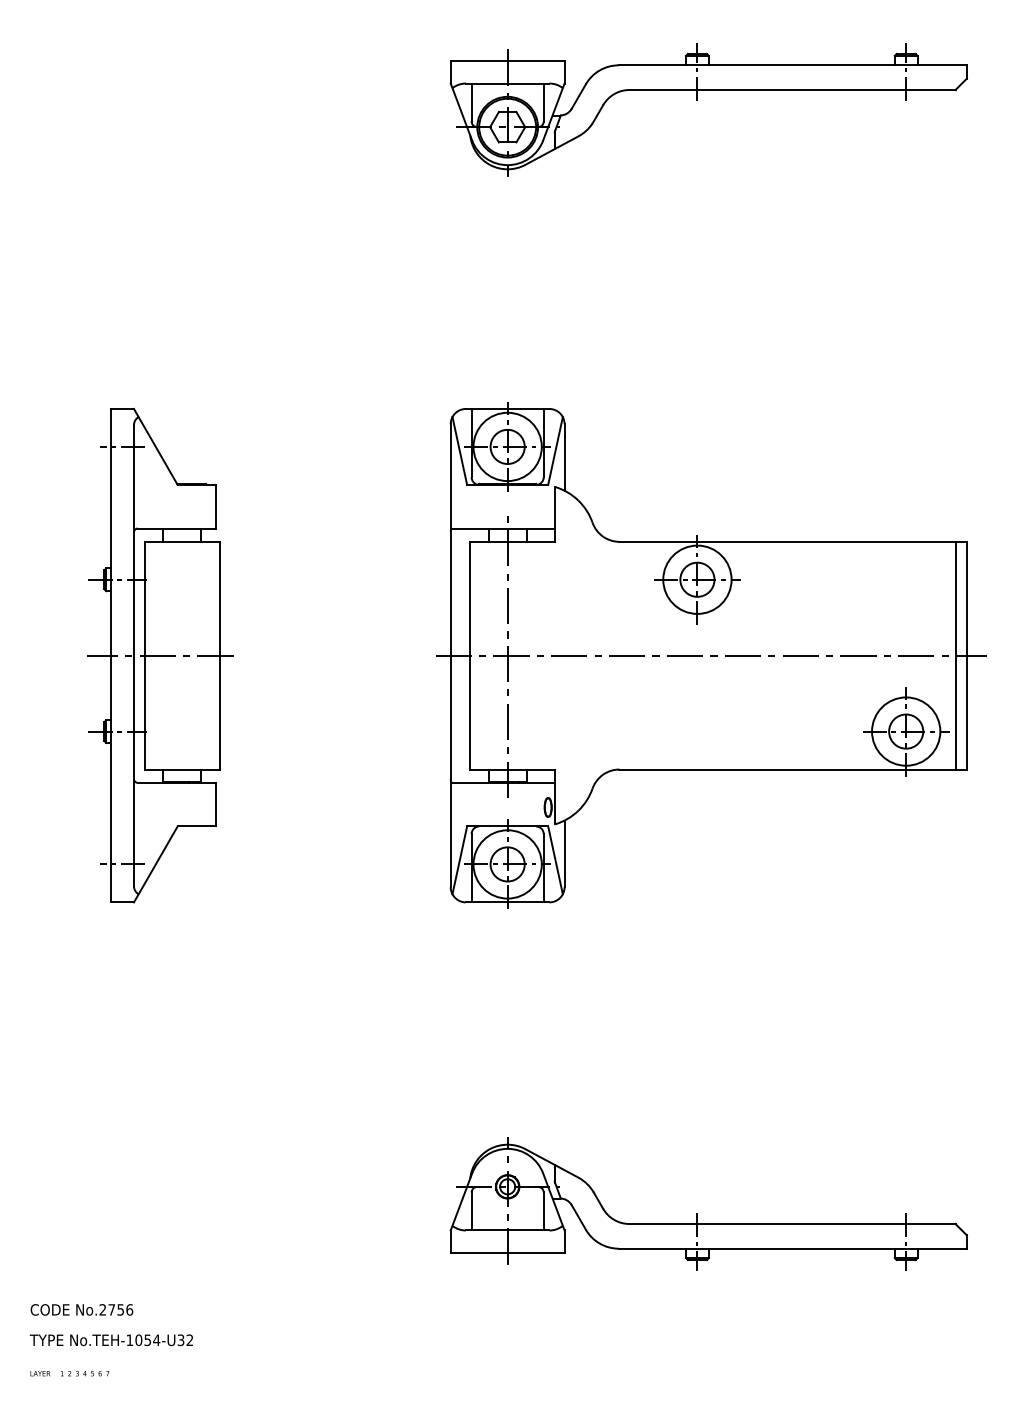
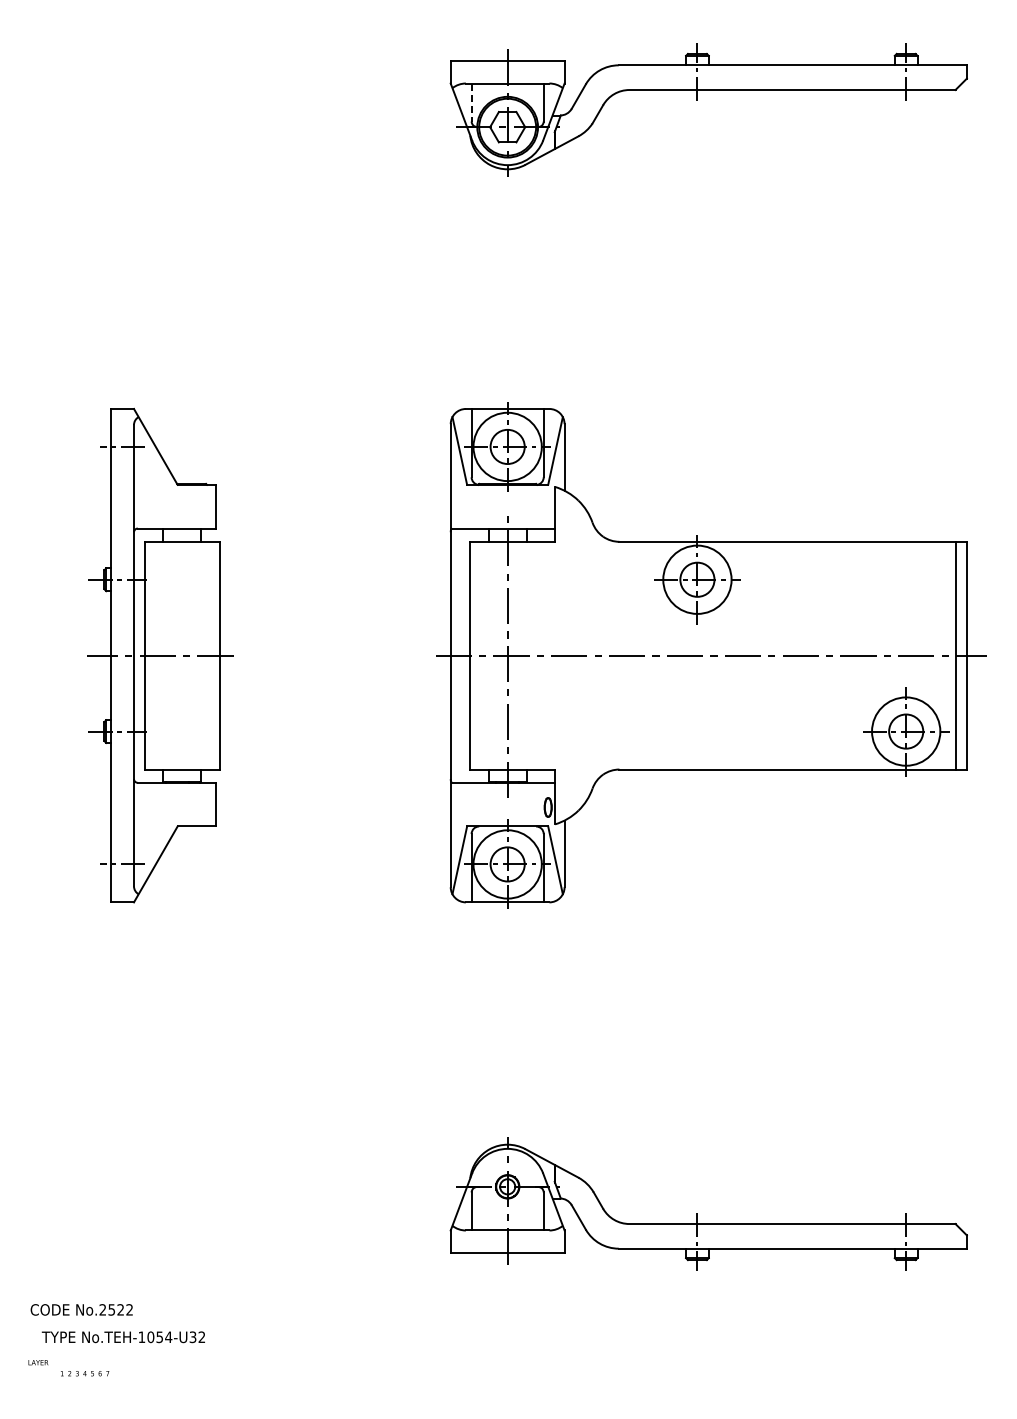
line at (471, 102): solid -> dashed
text at (120, 1309): No.2756 -> No.2522
text at (110, 1340) position: (110, 1340) -> (122, 1337)
text at (40, 1373) position: (40, 1373) -> (38, 1362)
